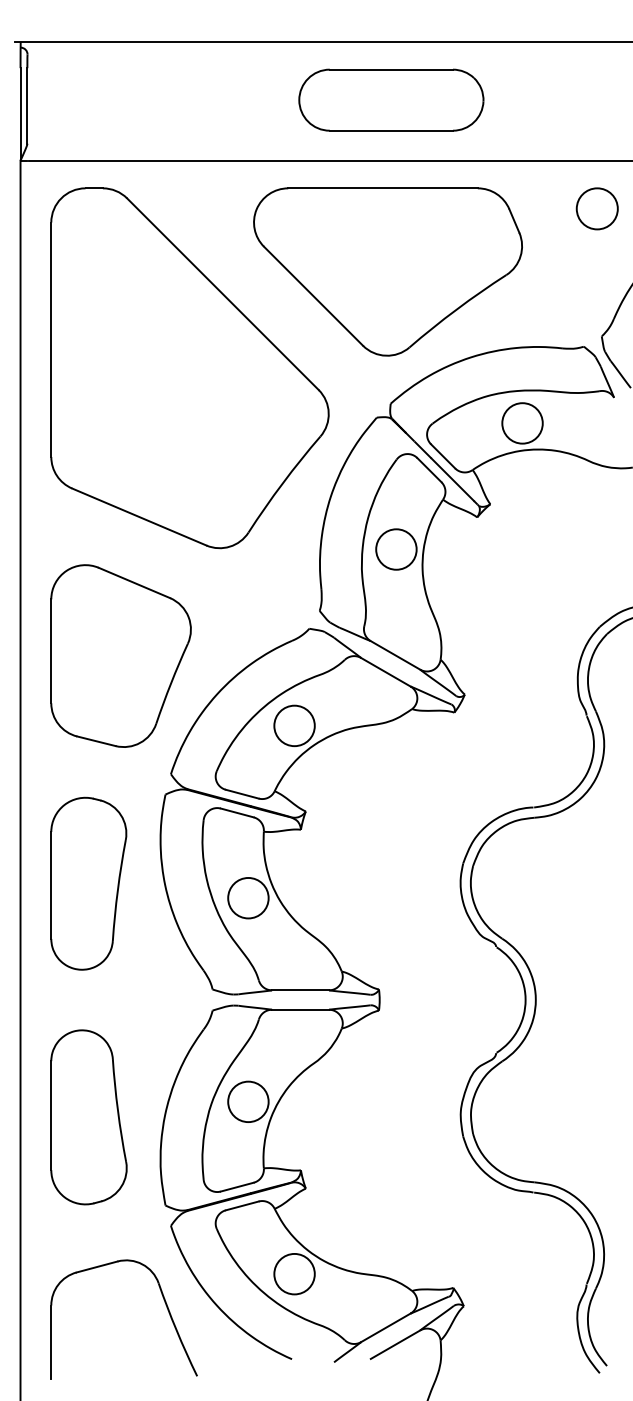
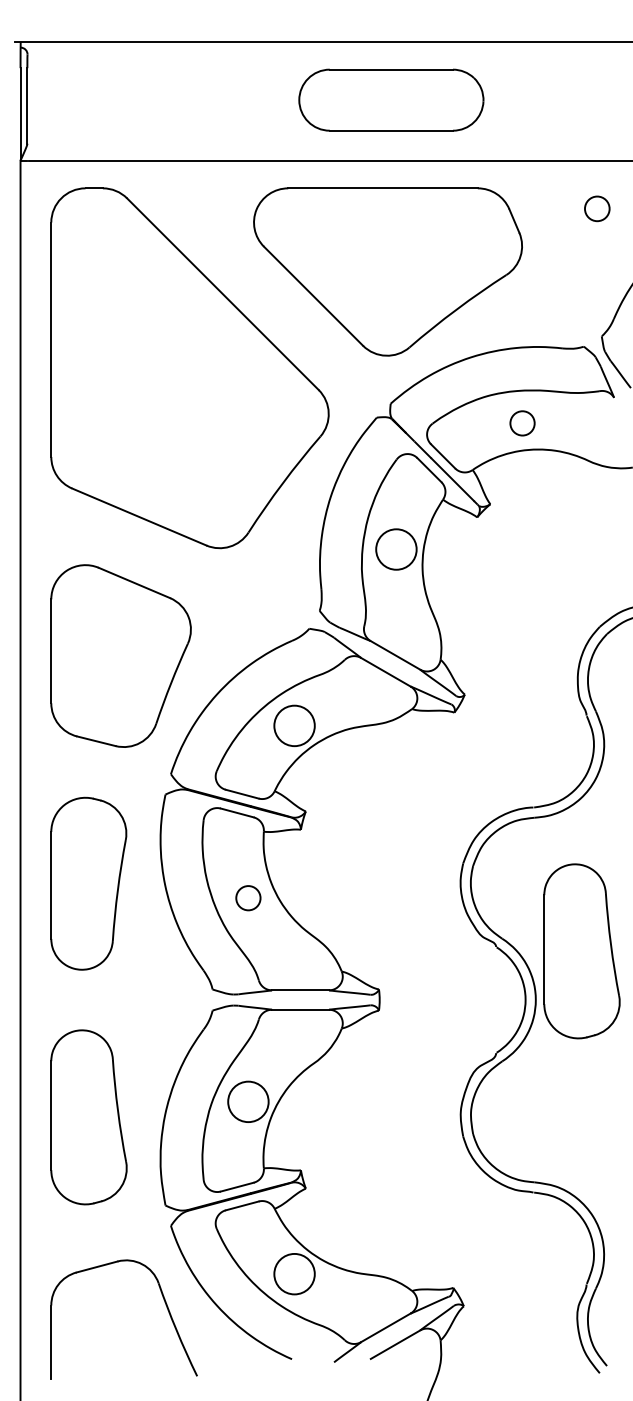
circle at (596, 208) diameter: 41 px -> 25 px
circle at (522, 423) diameter: 40 px -> 24 px
circle at (248, 897) diameter: 40 px -> 24 px
part at (581, 951): none -> present
